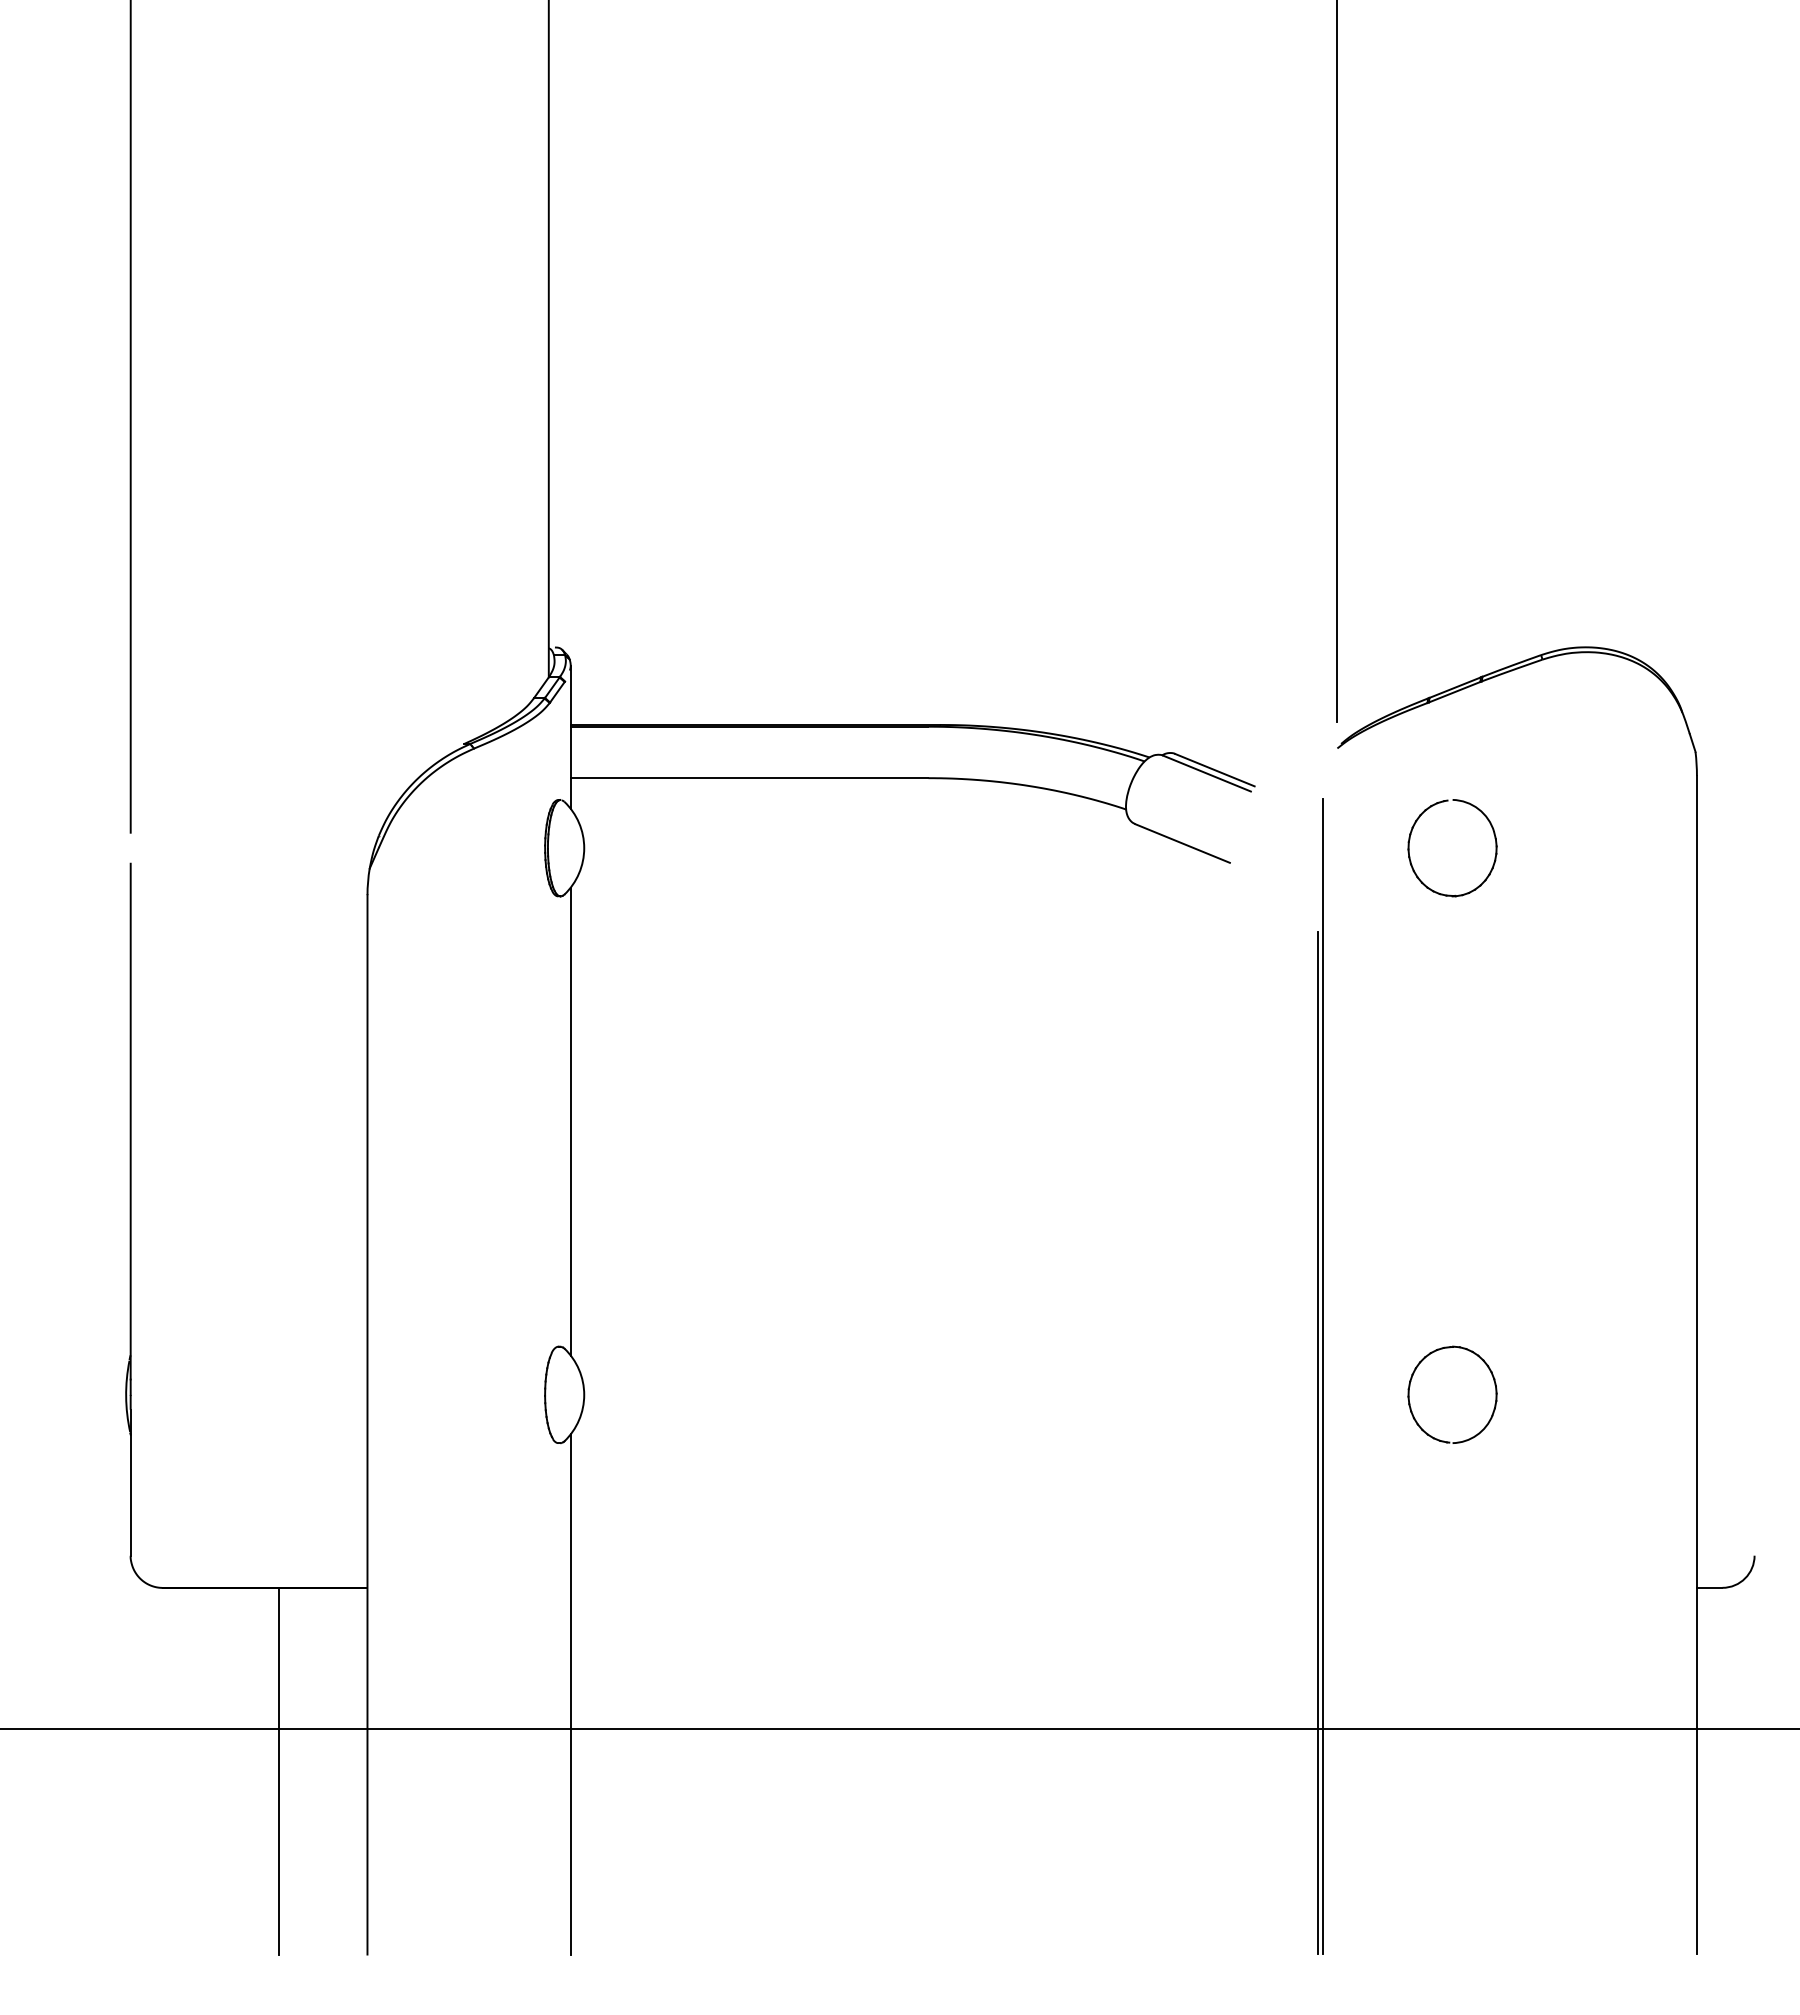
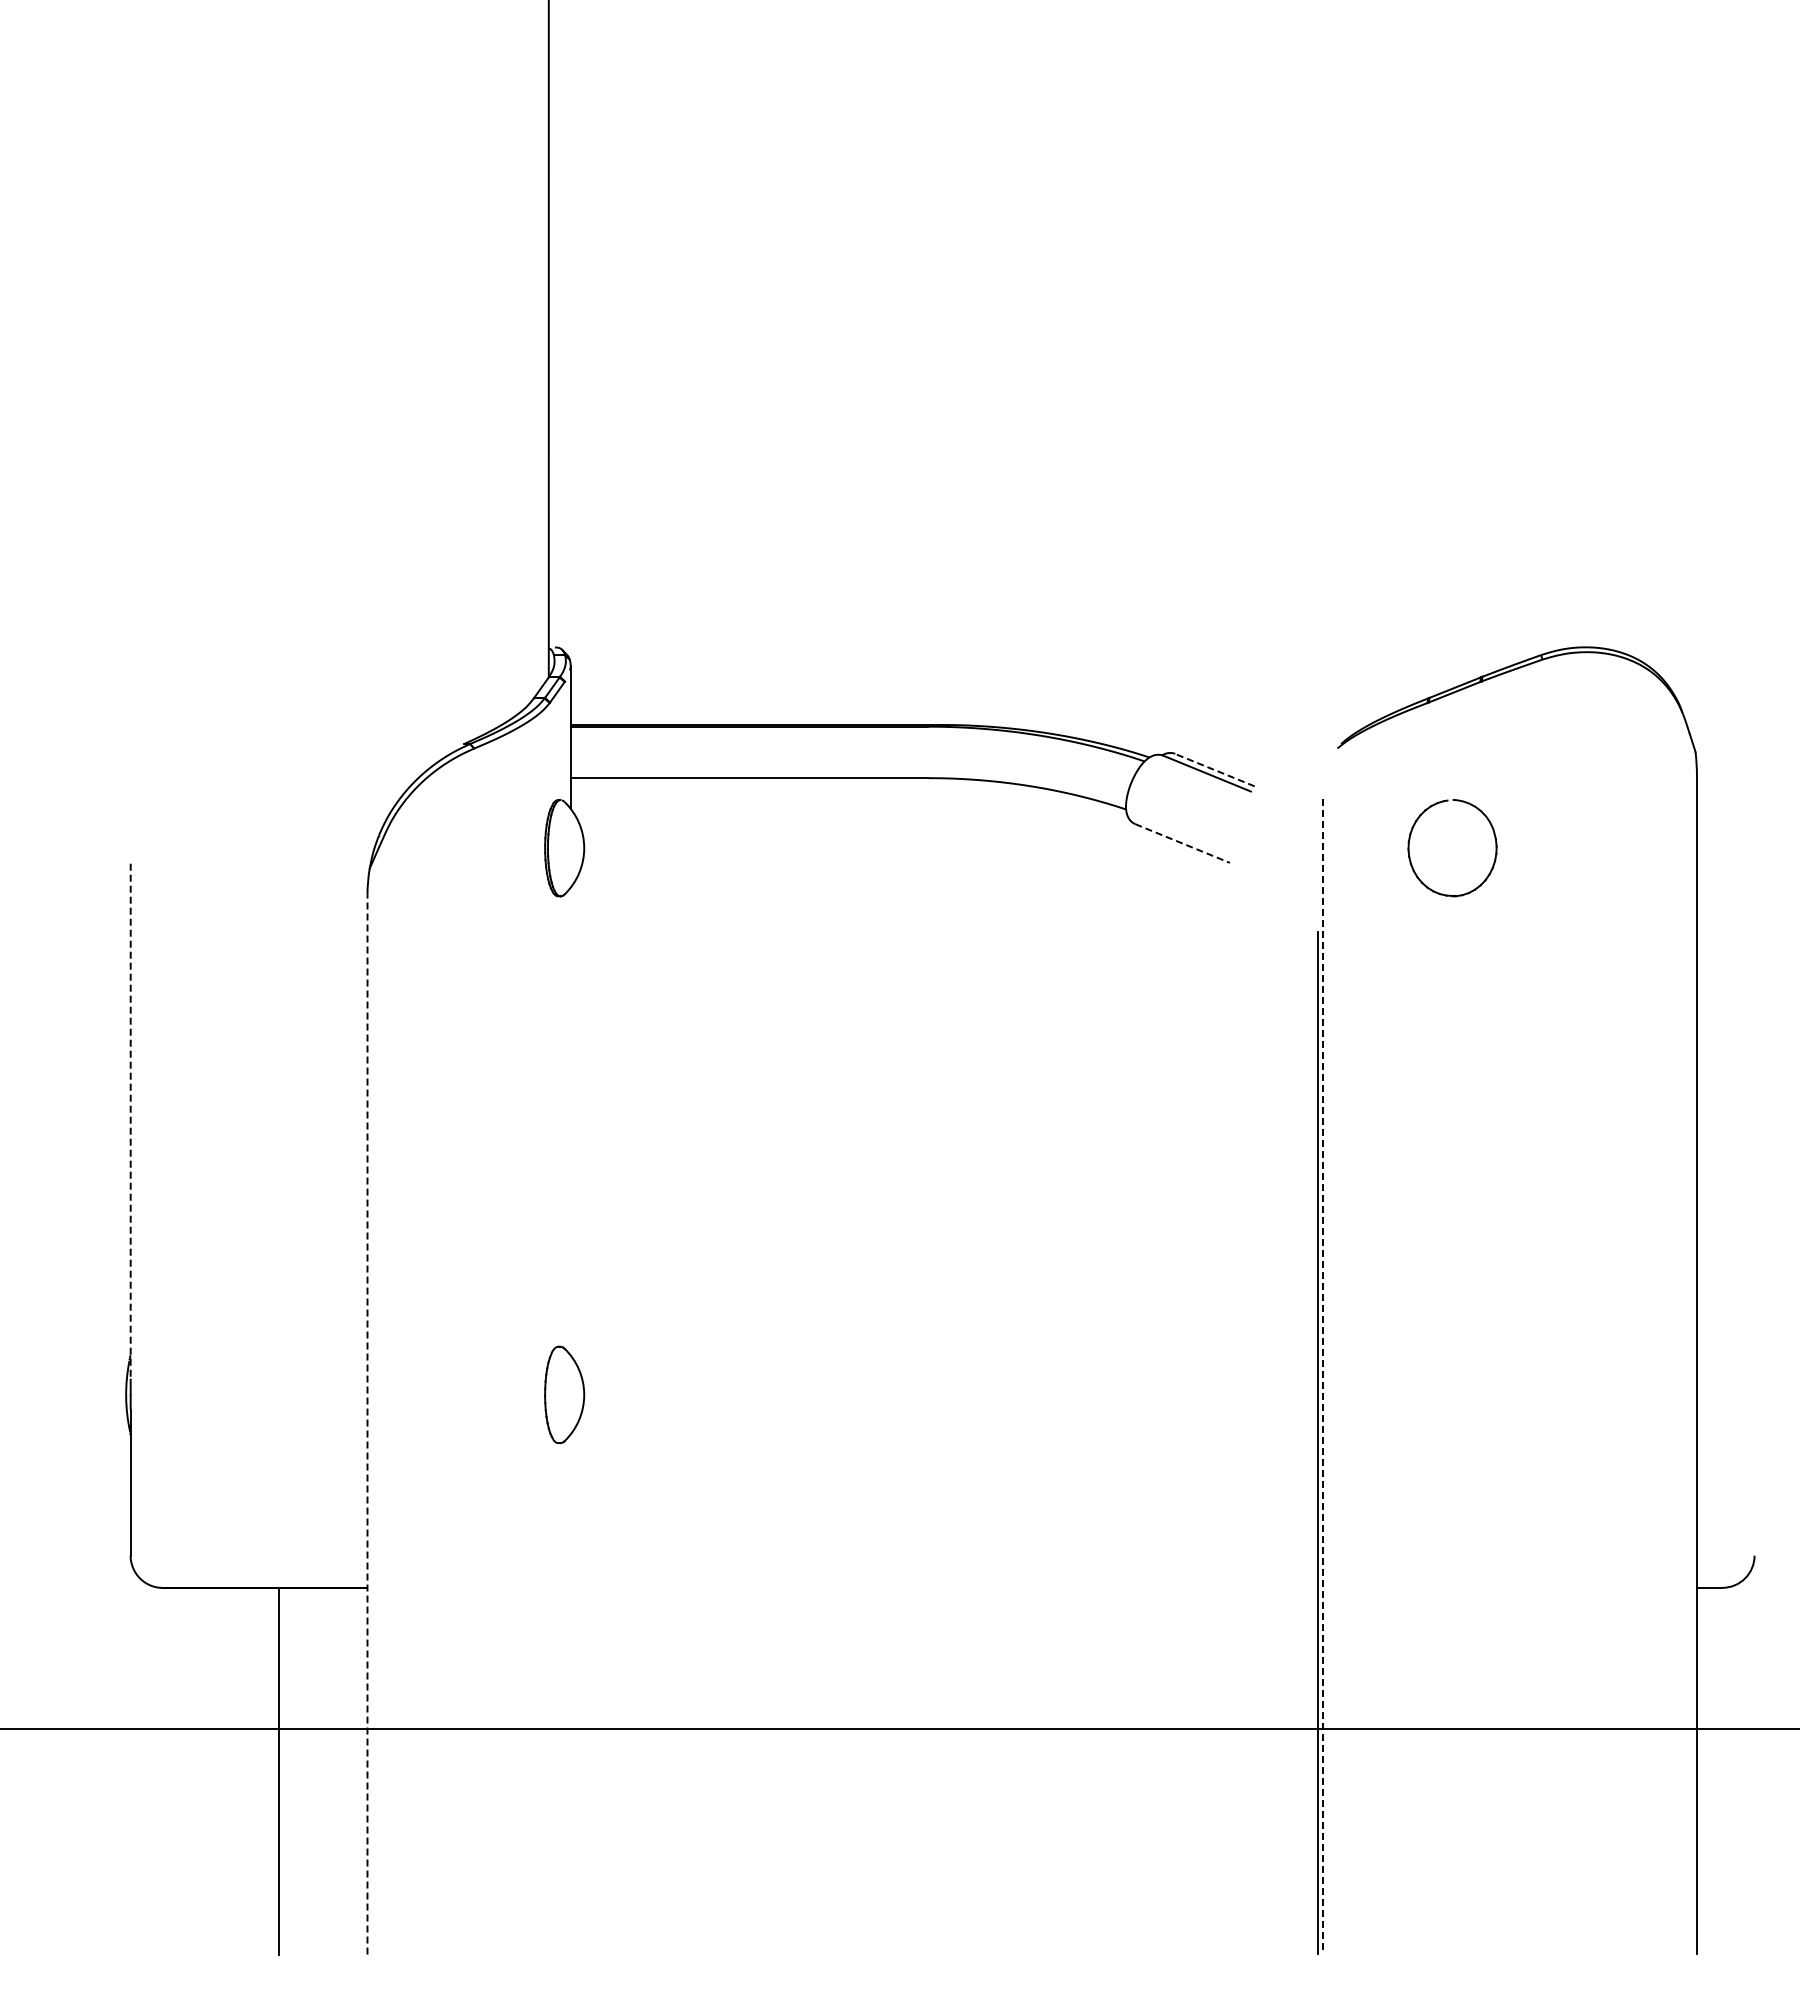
line at (1336, 362): present -> none
line at (130, 417): present -> none
line at (1214, 770): solid -> dashed
line at (1183, 843): solid -> dashed
line at (130, 1121): solid -> dashed
line at (570, 1121): present -> none
line at (1322, 1376): solid -> dashed
part at (1410, 1386): present -> none
line at (367, 1424): solid -> dashed
line at (570, 1694): present -> none
